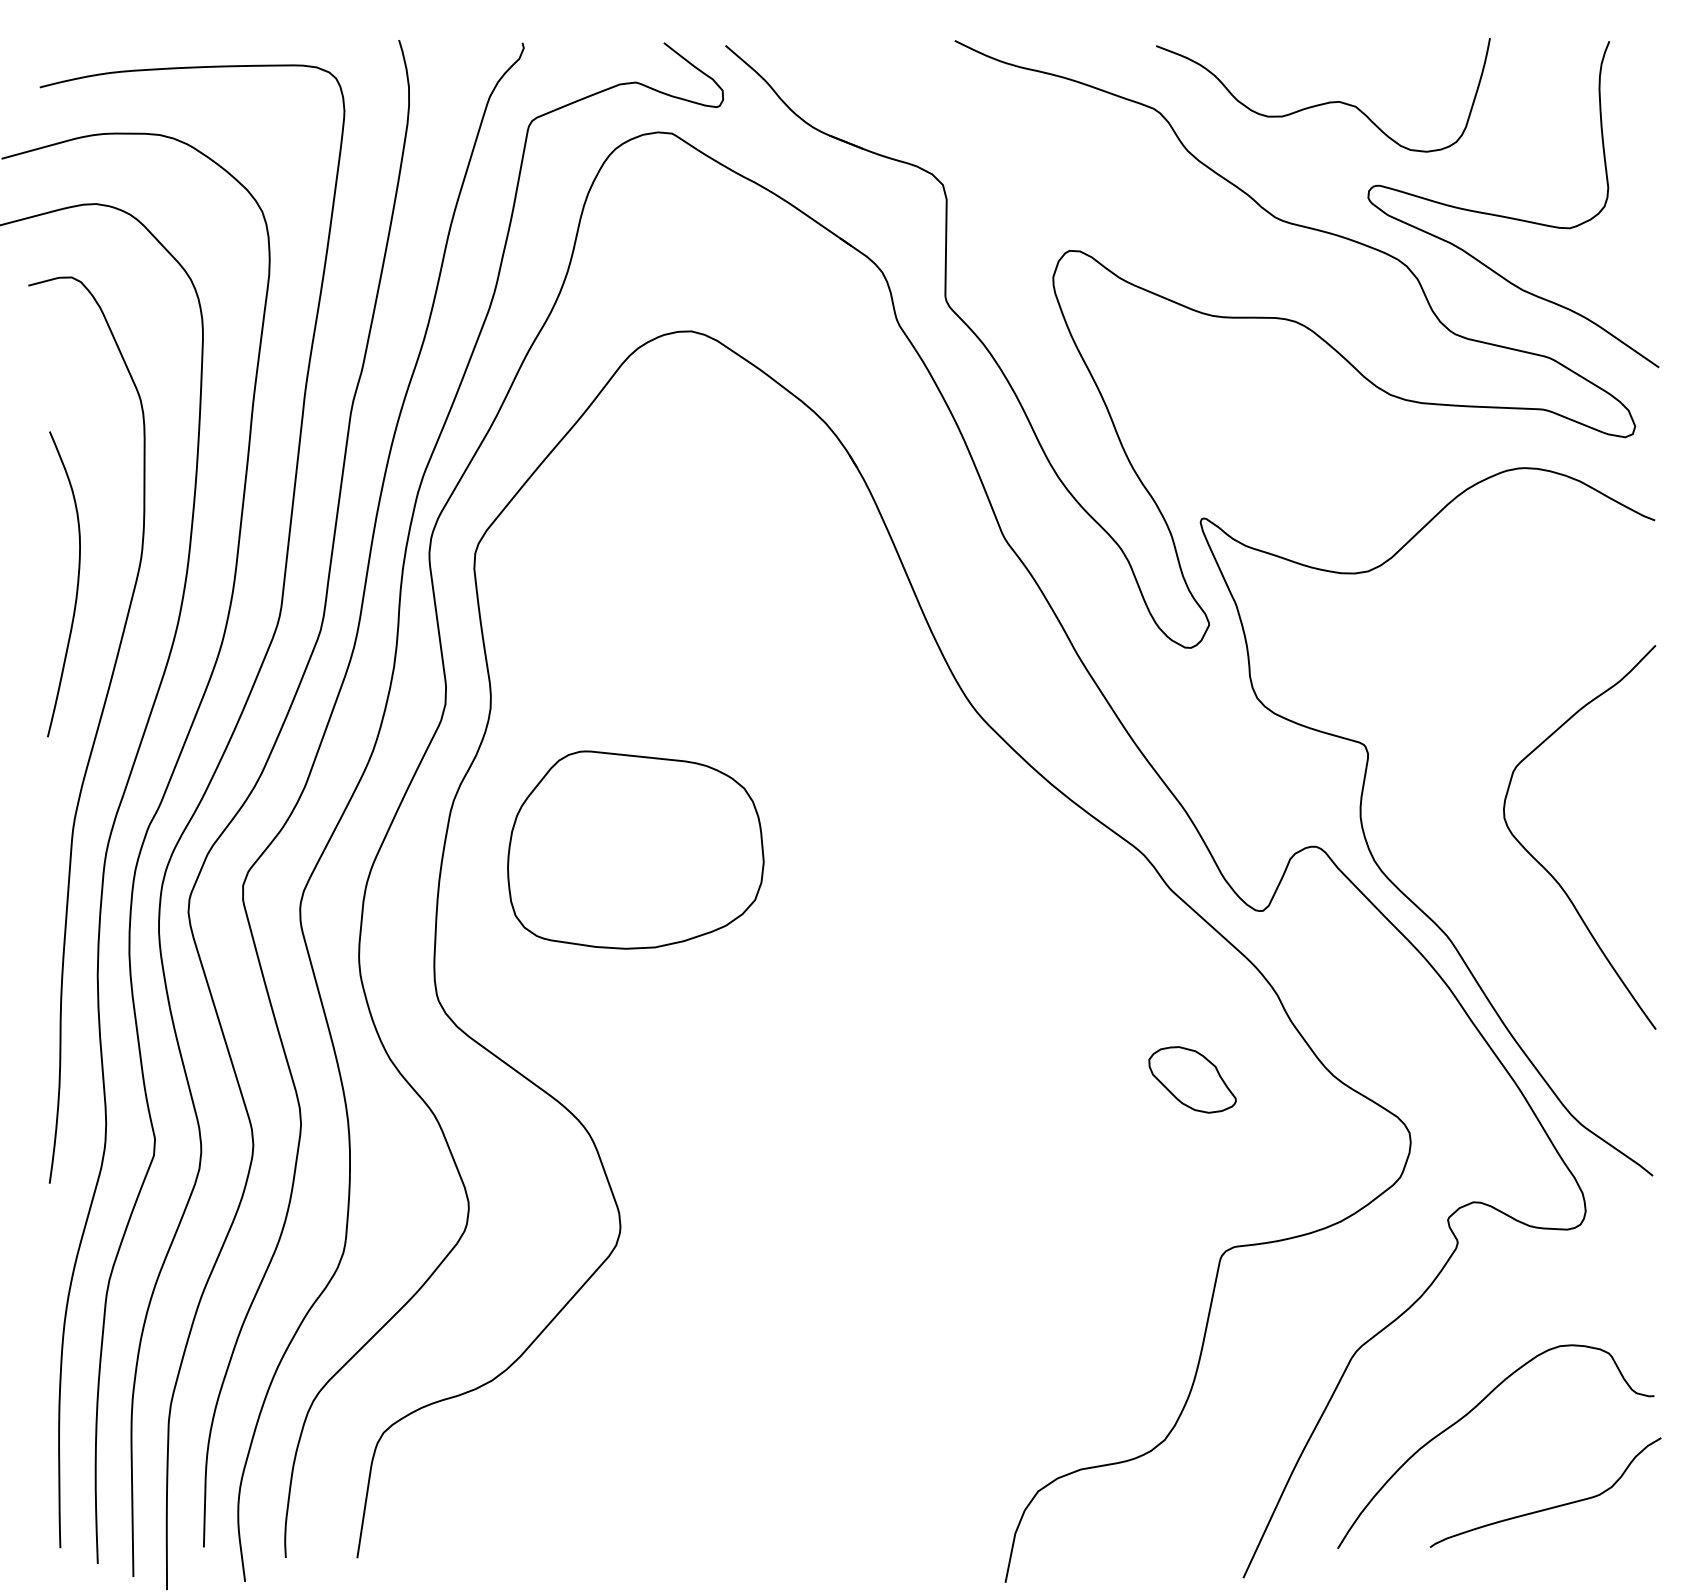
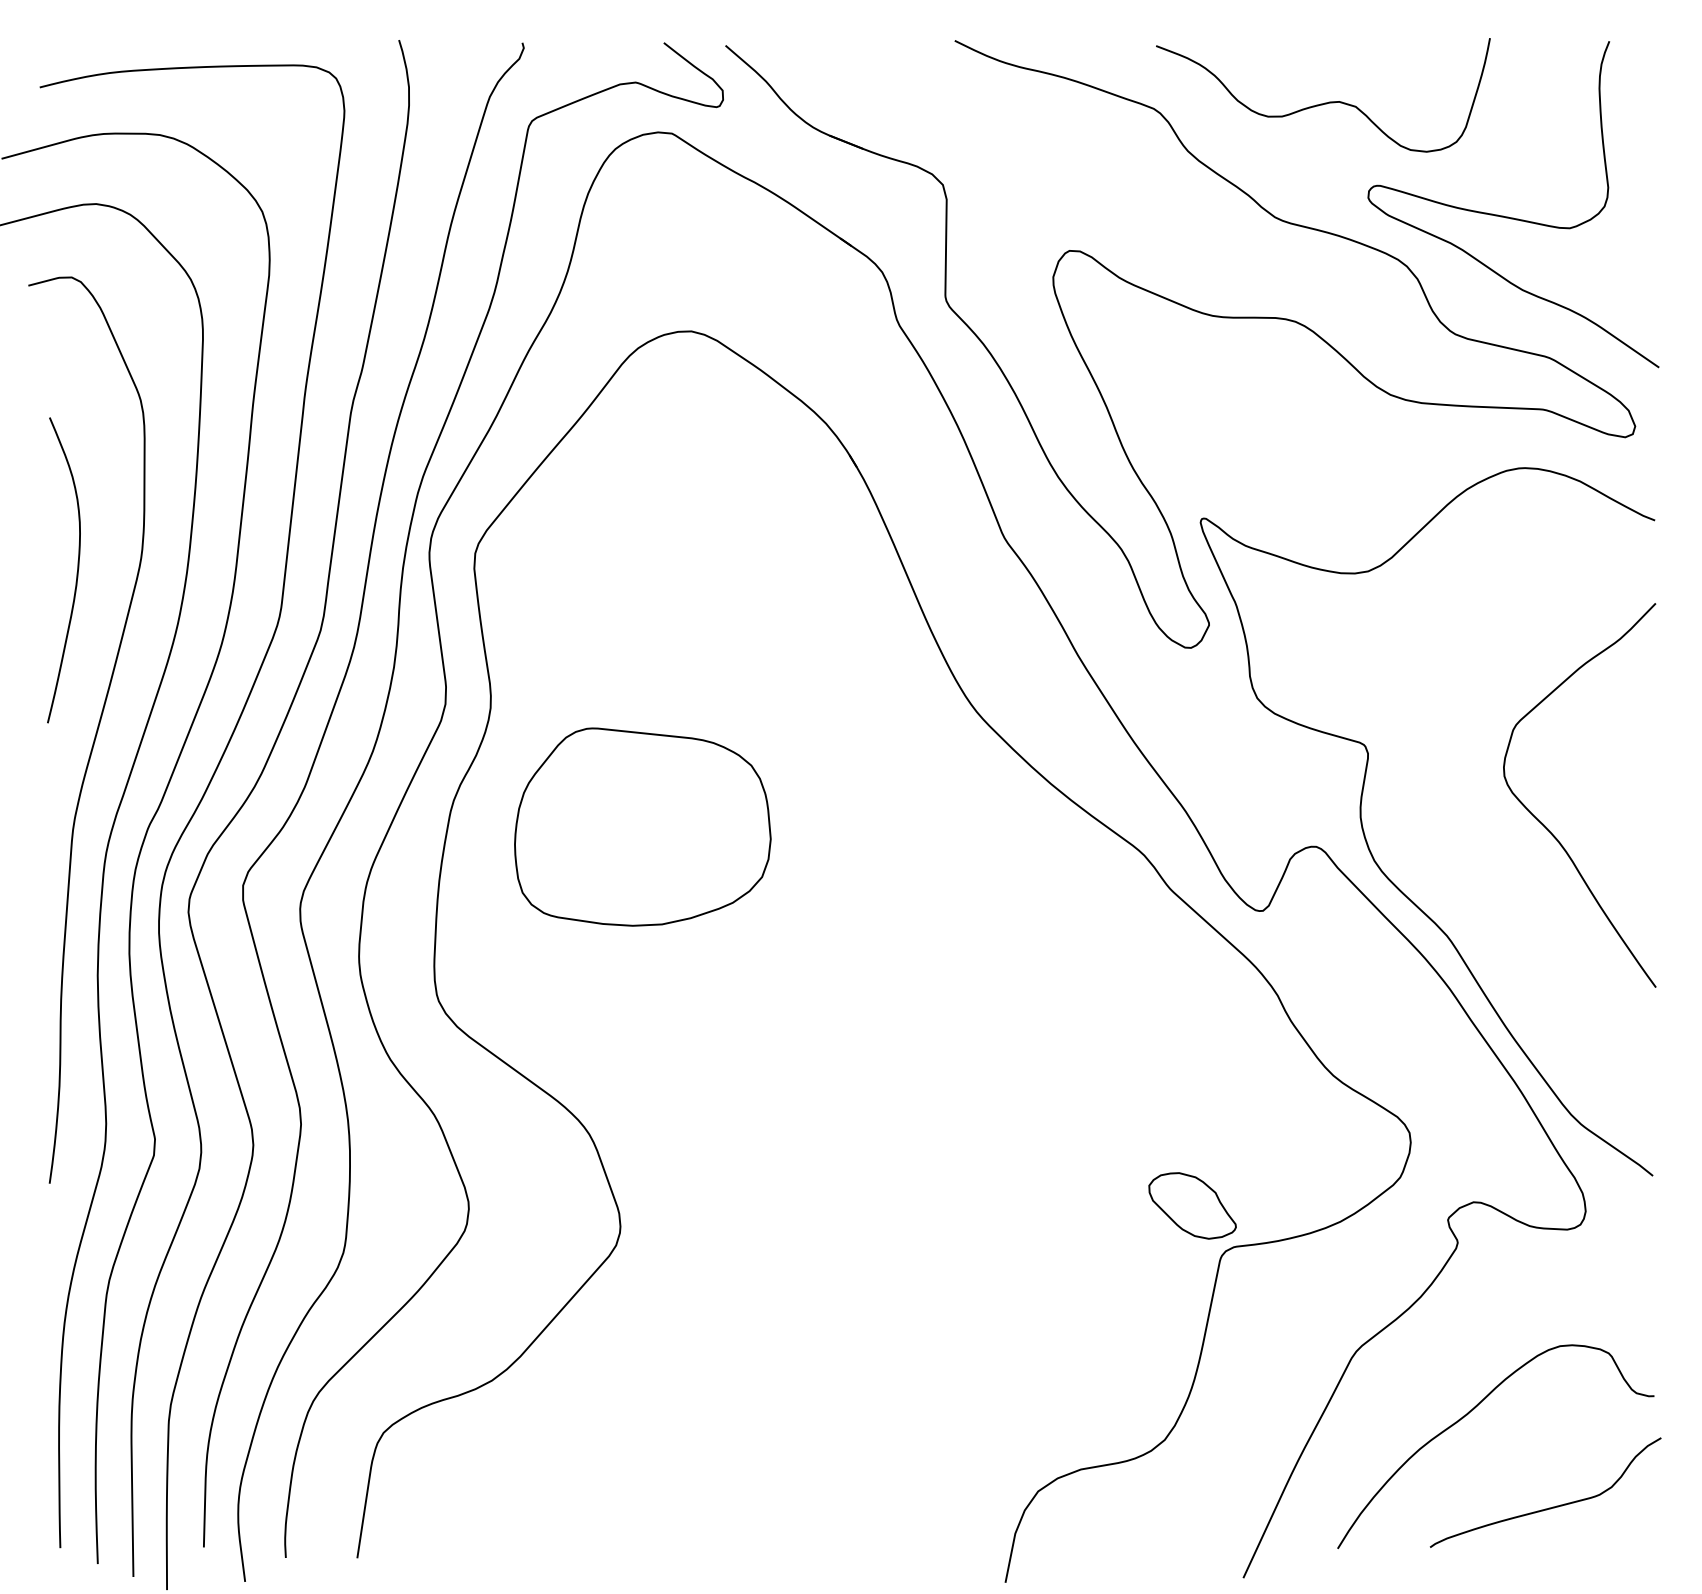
curve at (76, 586) position: (76, 586) -> (76, 572)
part at (635, 849) position: (635, 849) -> (642, 826)
curve at (1546, 868) position: (1546, 868) -> (1546, 826)
part at (1192, 1079) position: (1192, 1079) -> (1192, 1205)
